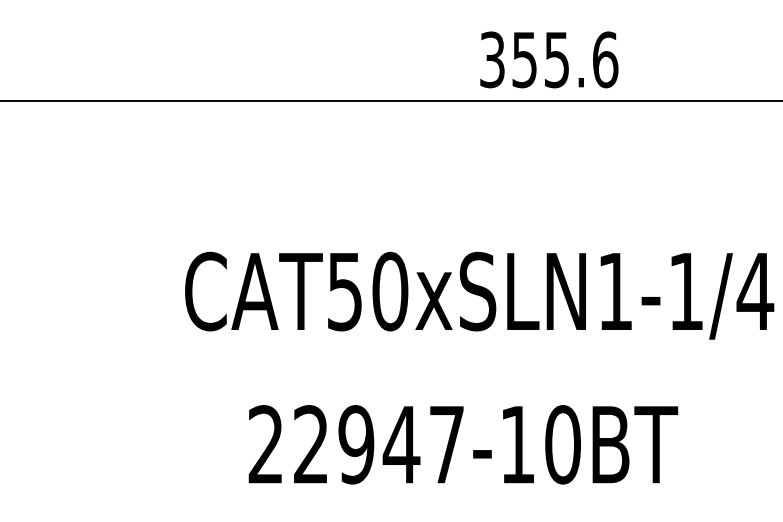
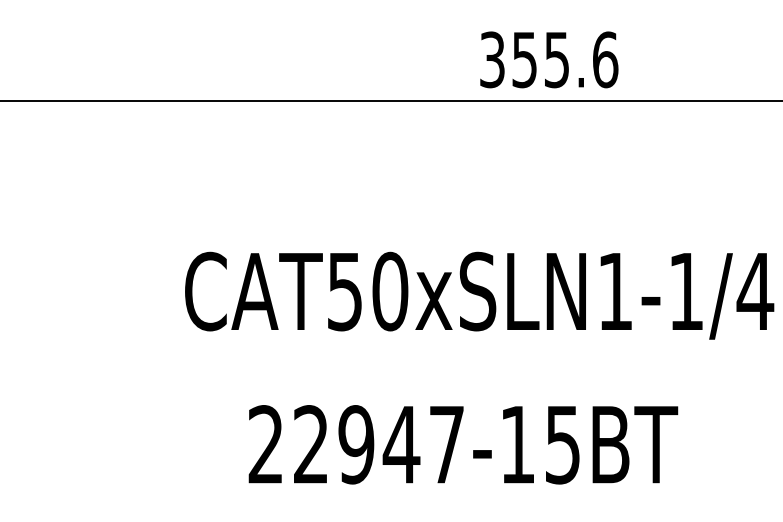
text at (562, 444): 22947-10BT -> 22947-15BT
